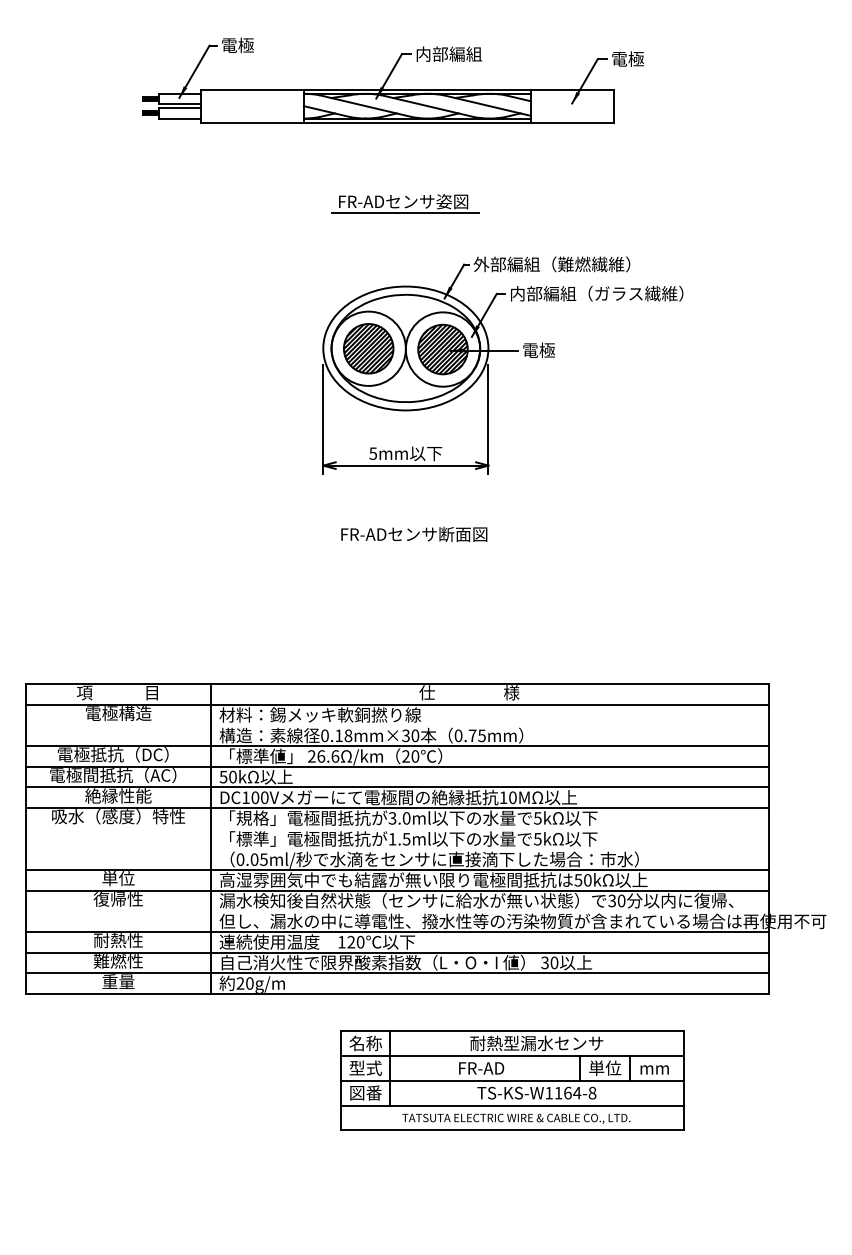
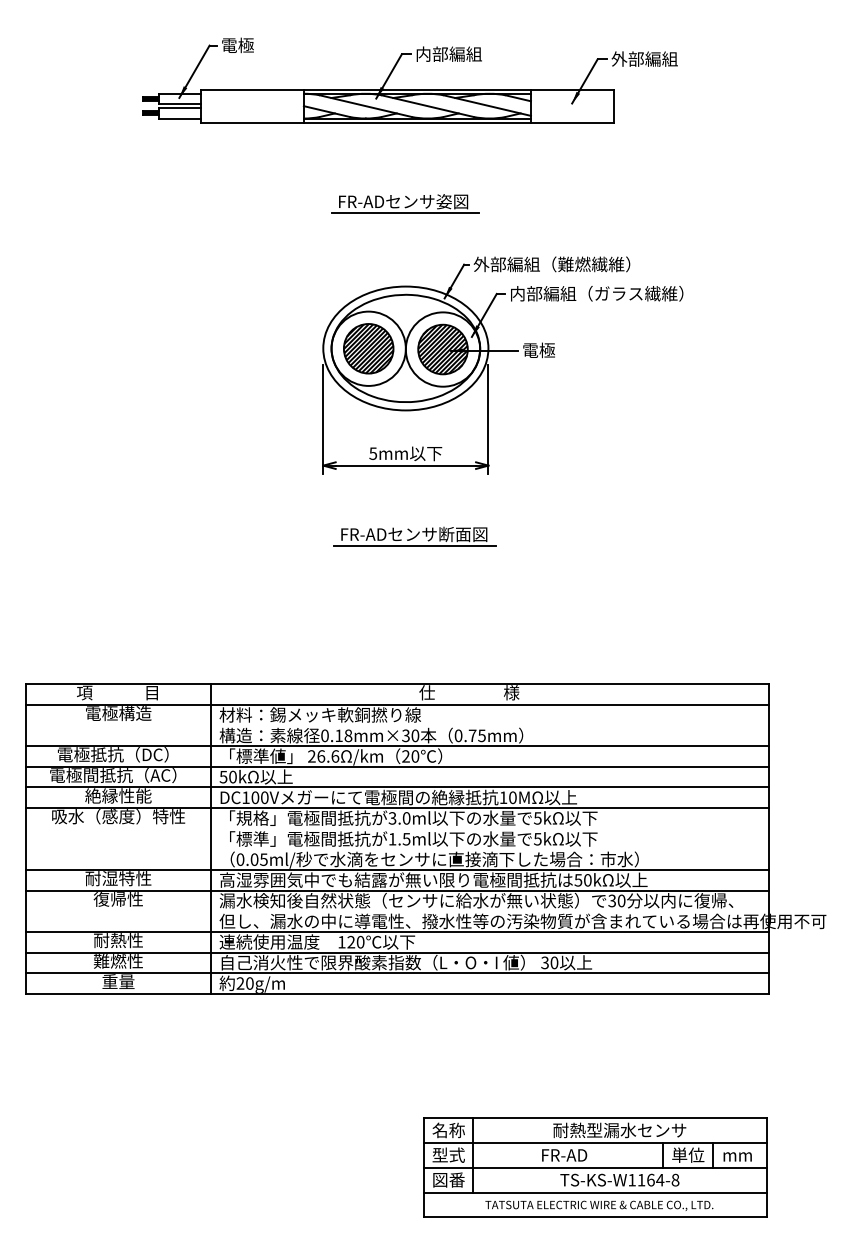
text at (644, 58): 電極 -> 外部編組
line at (414, 545): none -> present
text at (118, 878): 単位 -> 耐湿特性
part at (512, 1080) position: (512, 1080) -> (595, 1167)
